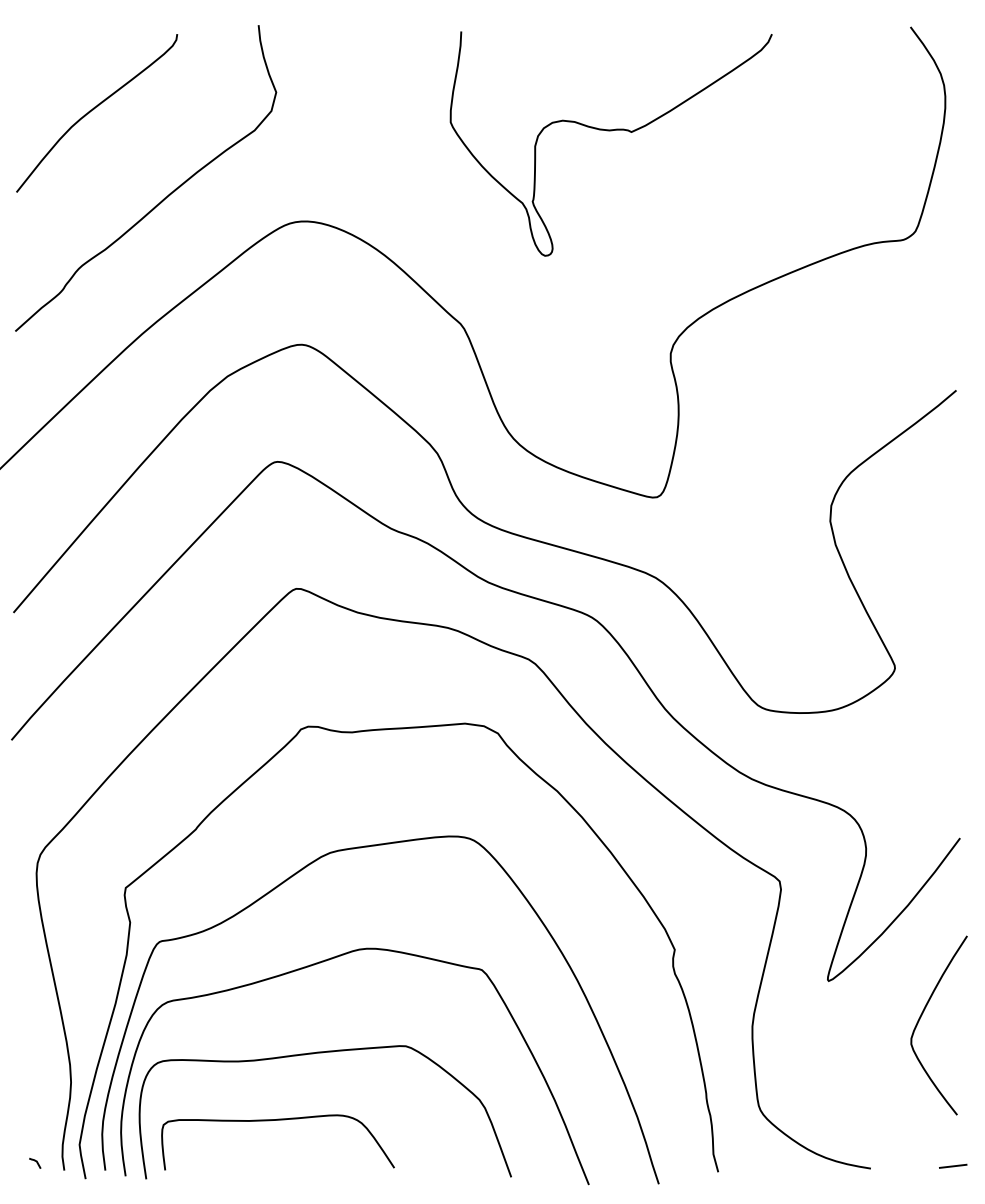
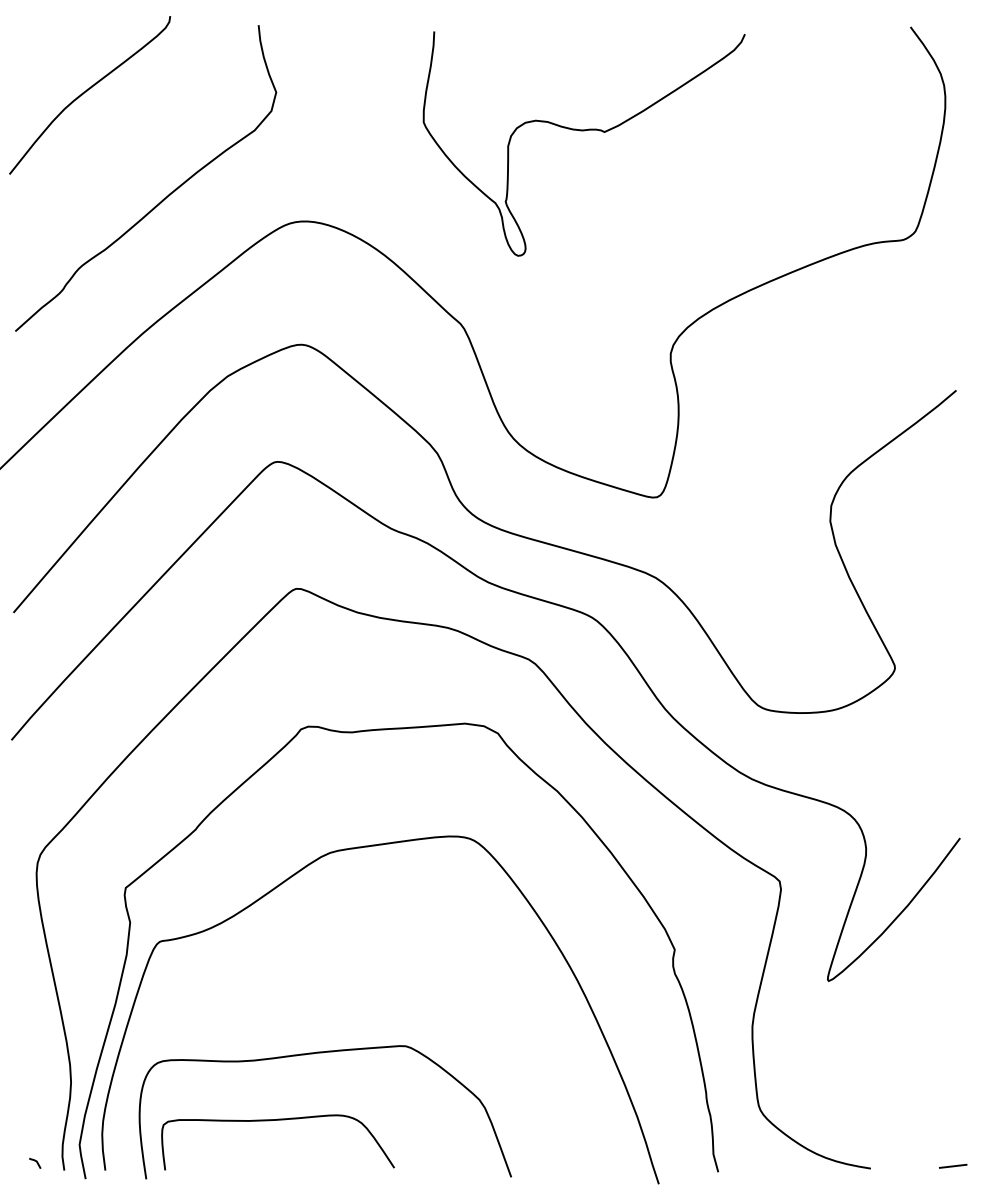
curve at (94, 109) position: (94, 109) -> (87, 91)
curve at (610, 131) position: (610, 131) -> (583, 131)
curve at (320, 963): present -> none
curve at (921, 1017): present -> none
